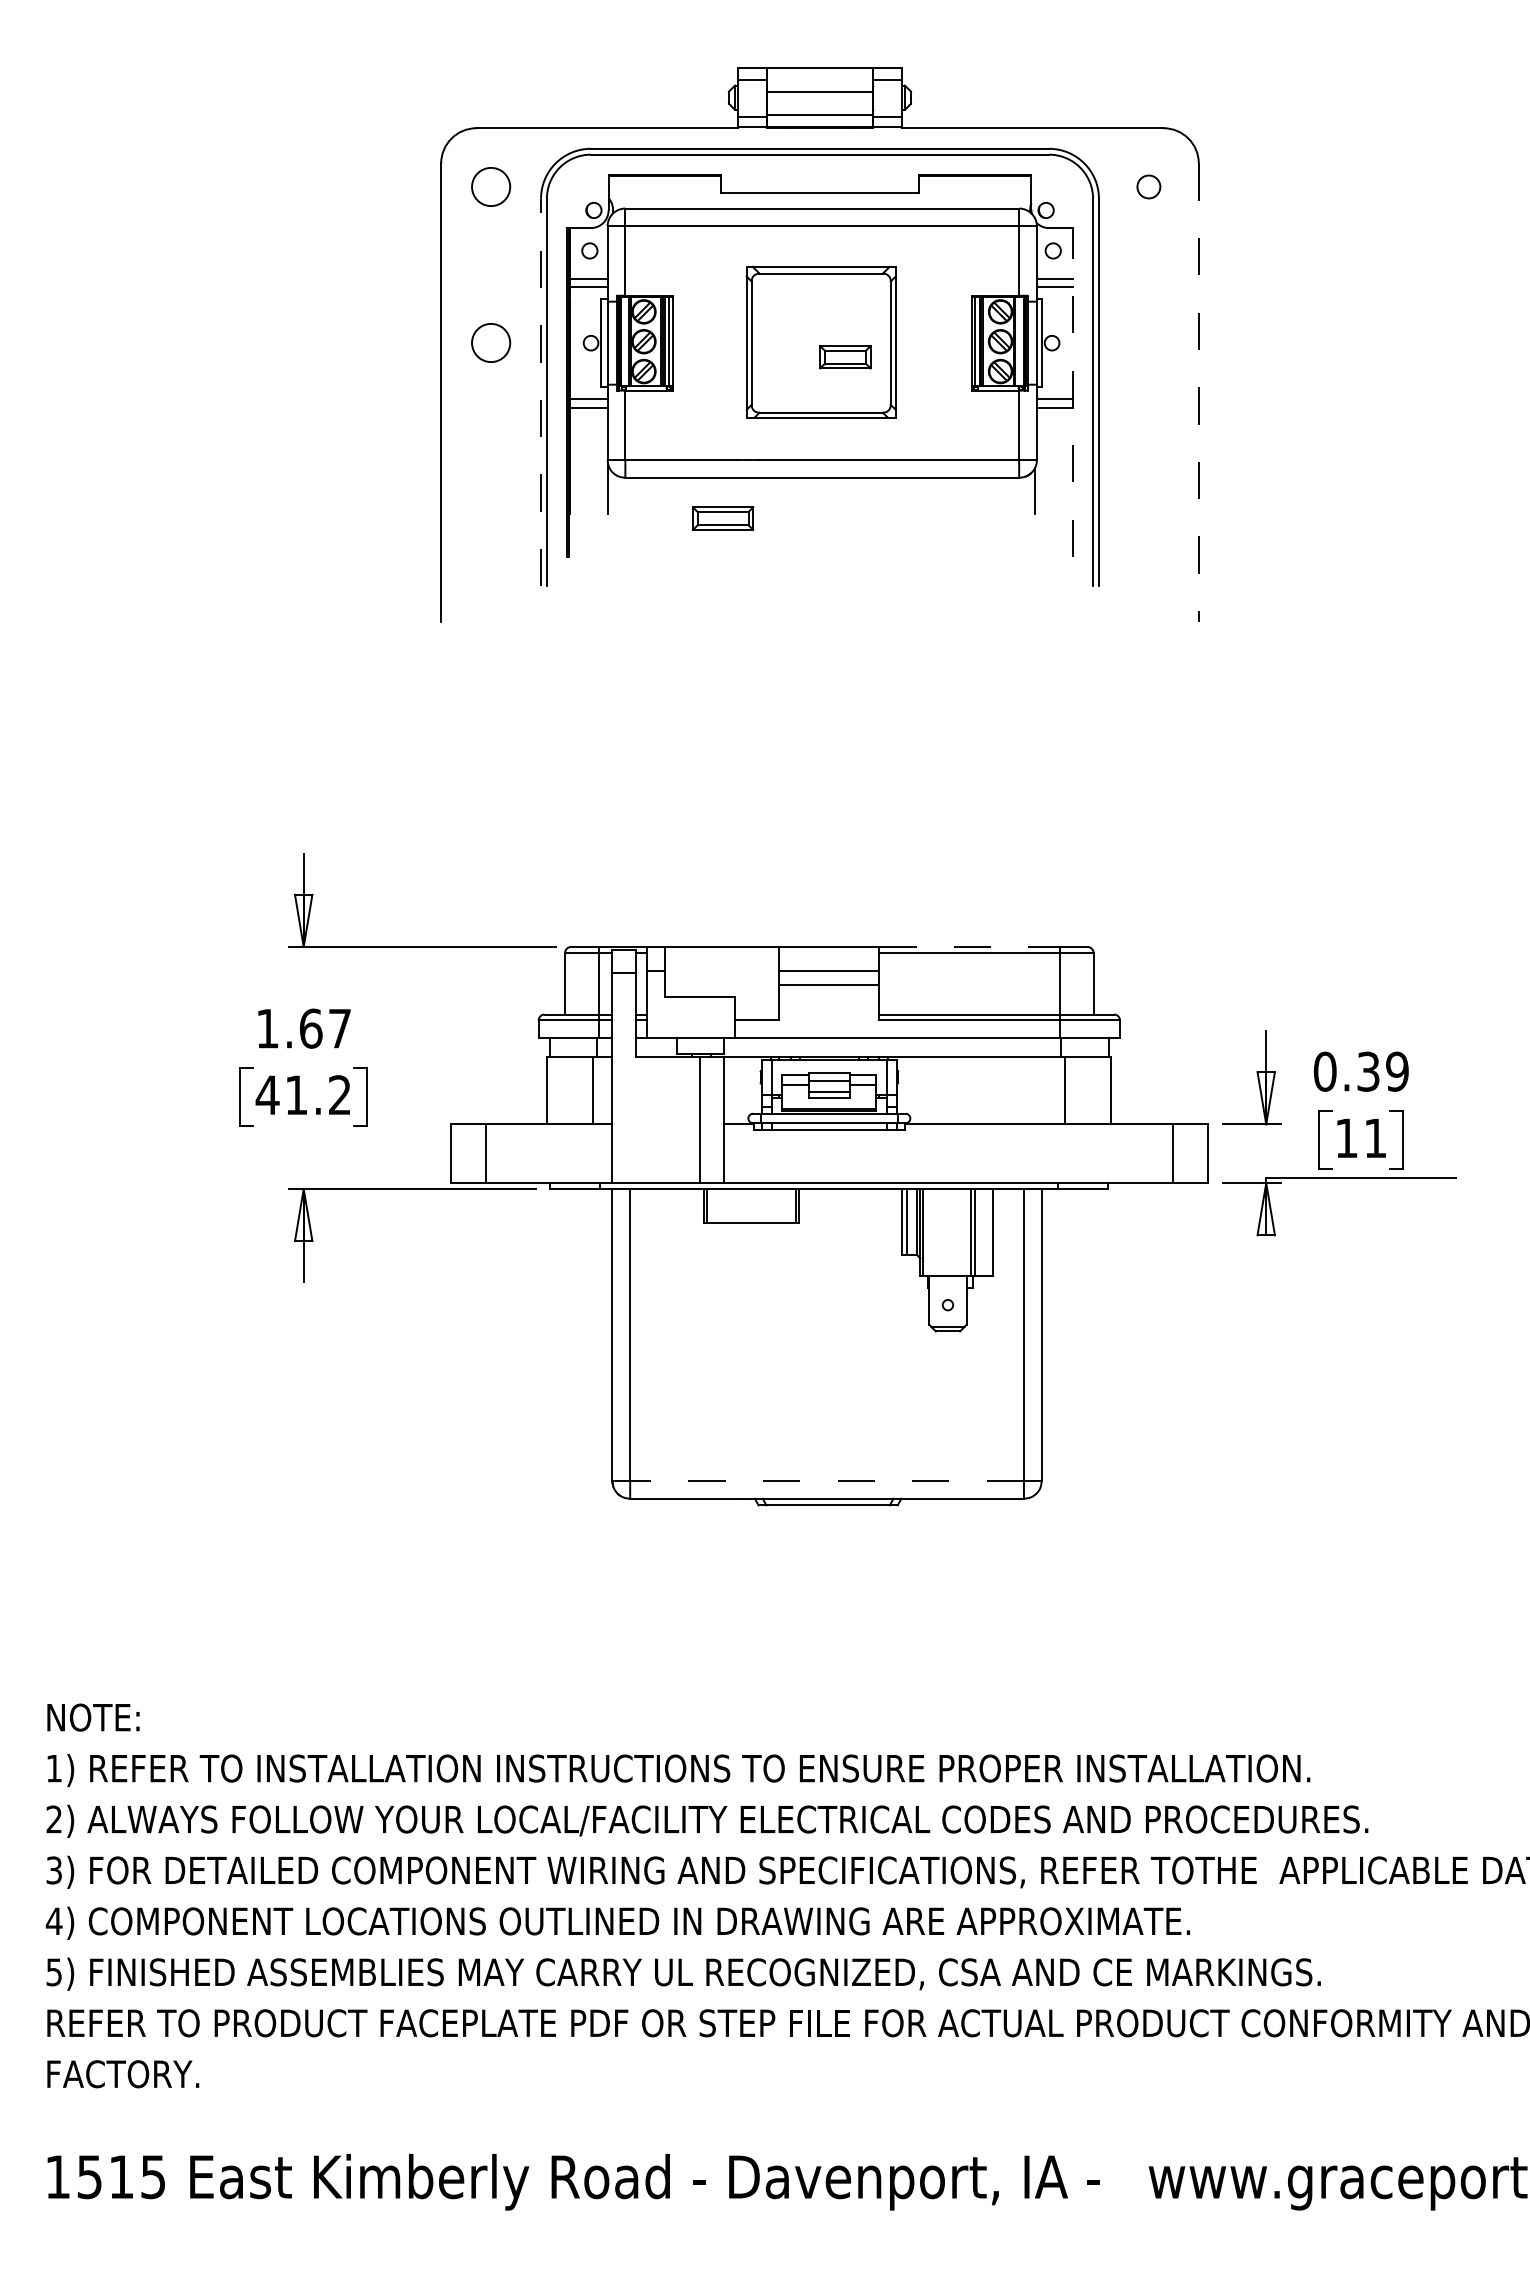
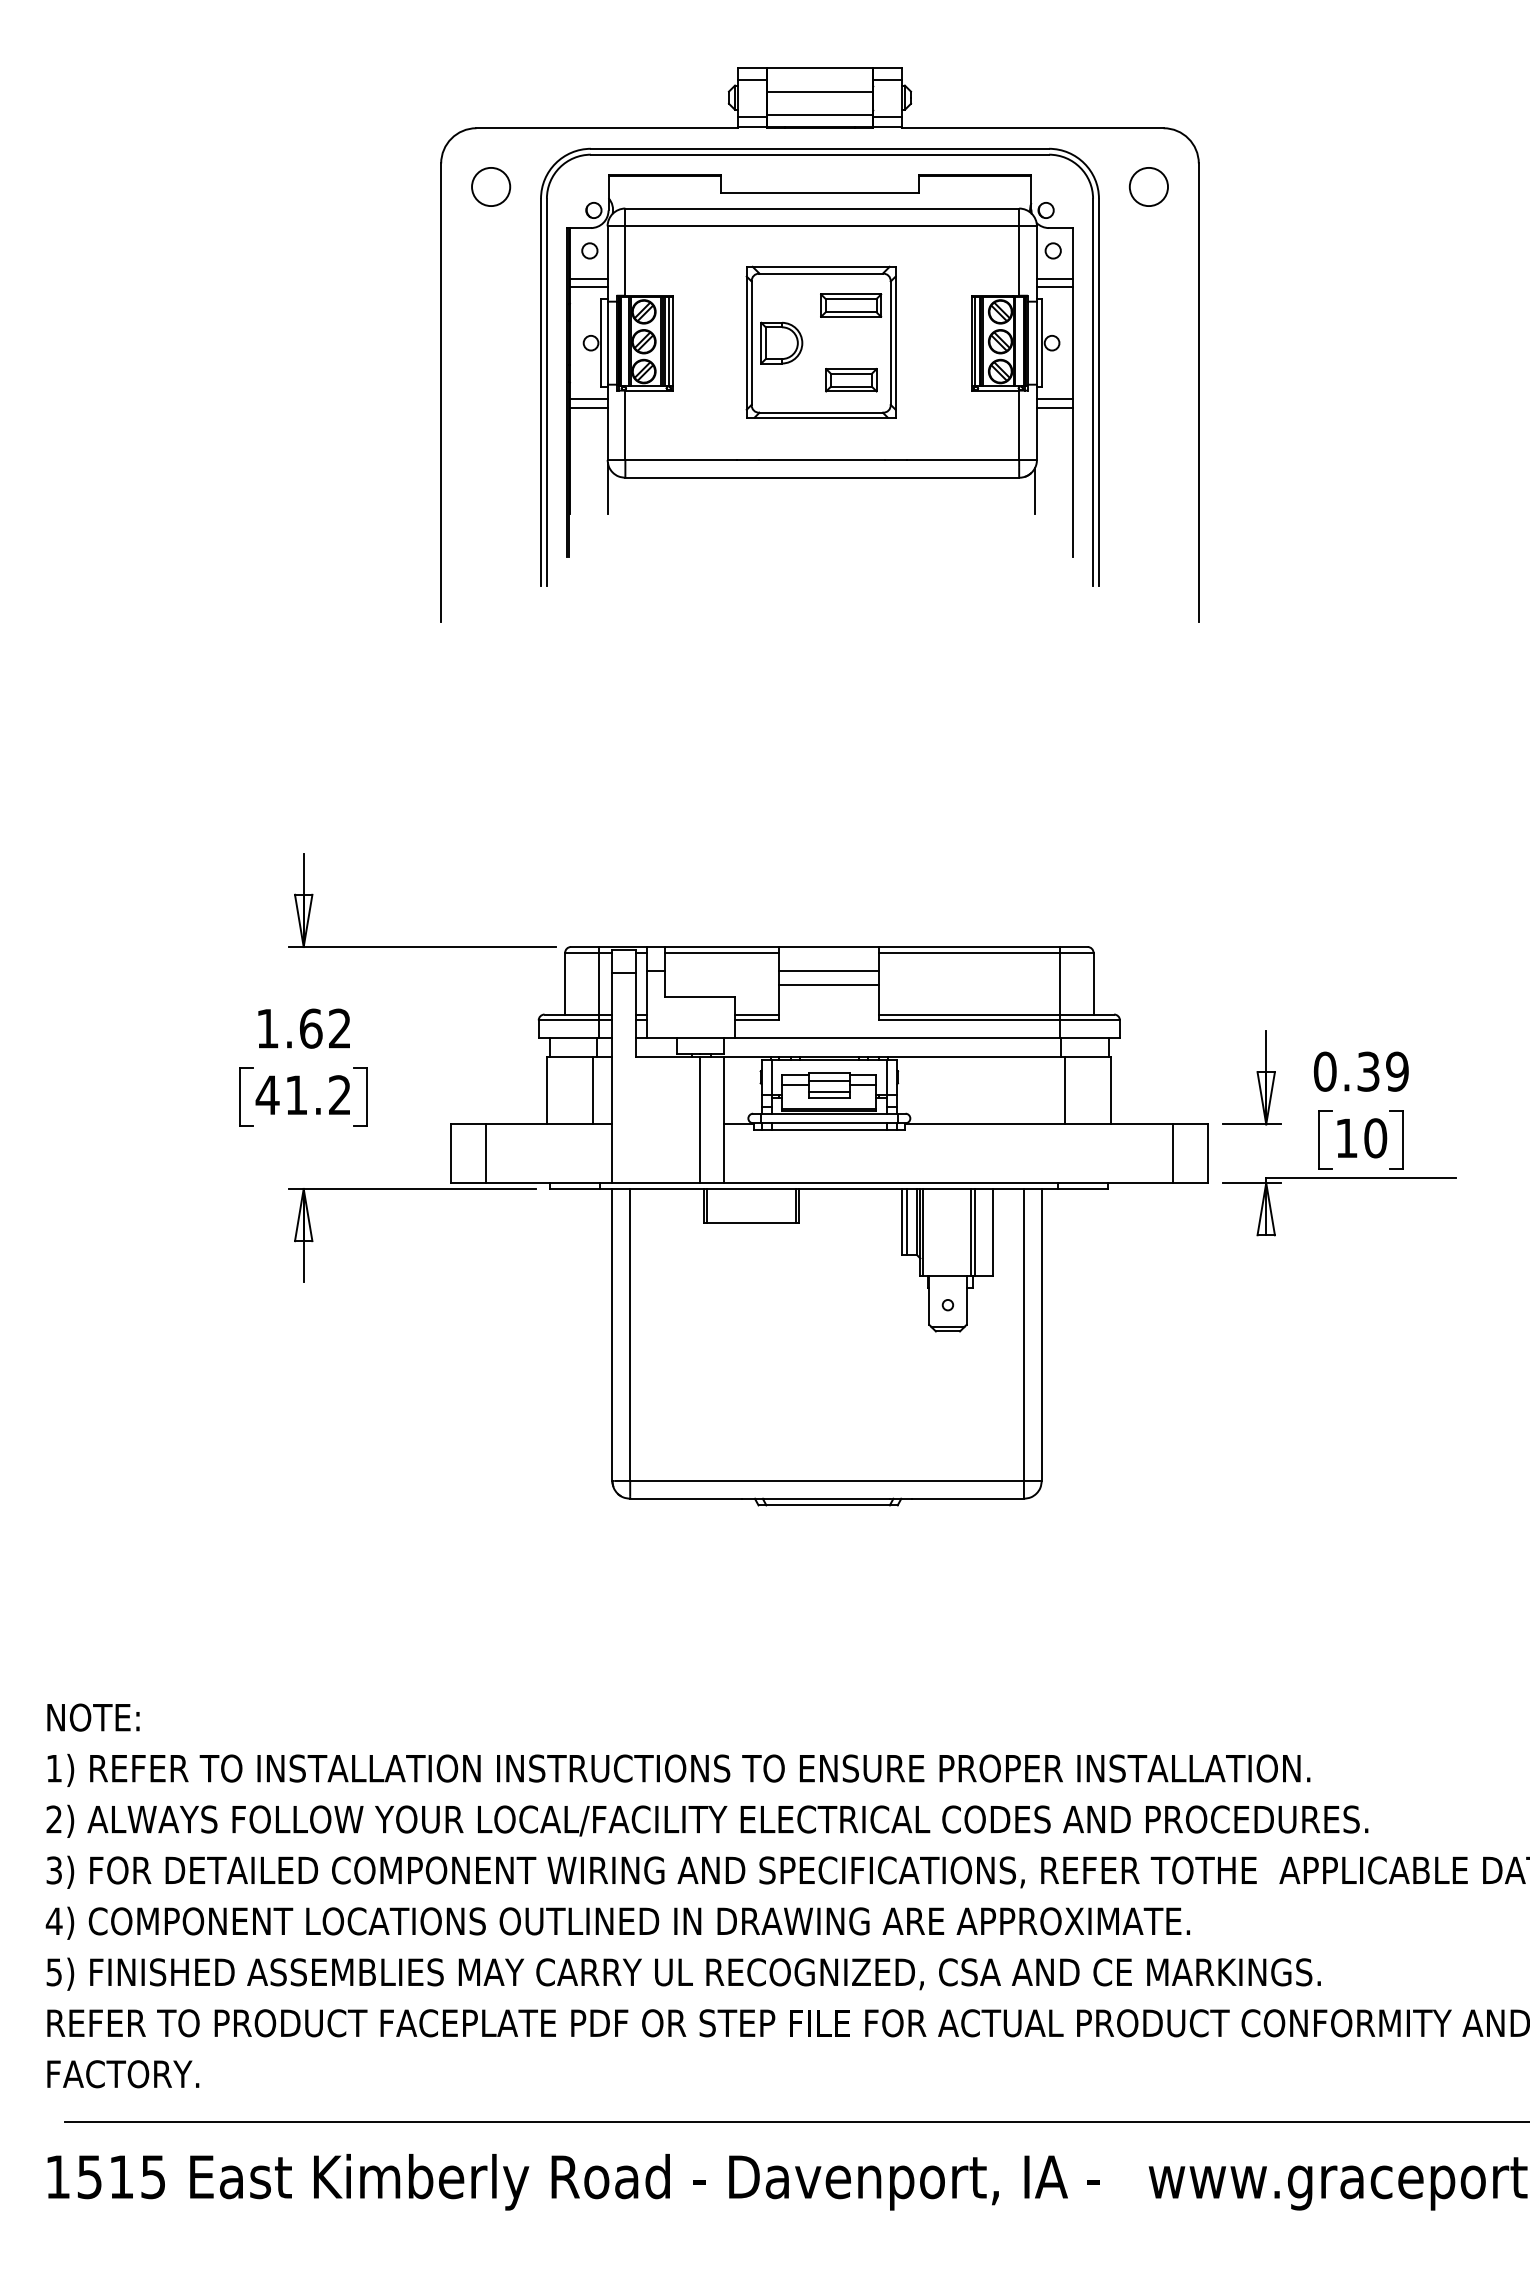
circle at (1148, 186) diameter: 23 px -> 38 px
circle at (491, 342): present -> none
part at (781, 342): none -> present
part at (845, 357) position: (845, 357) -> (851, 380)
line at (541, 392): dashed -> solid
line at (1072, 392): dashed -> solid
line at (1198, 393): dashed -> solid
part at (723, 518) position: (723, 518) -> (851, 305)
line at (969, 947): dashed -> solid
line at (721, 952): none -> present
line at (757, 1014): none -> present
text at (339, 1028): 1.67 -> 1.62
text at (1375, 1138): 11 -> 10
line at (827, 1480): dashed -> solid
line at (795, 2122): none -> present
